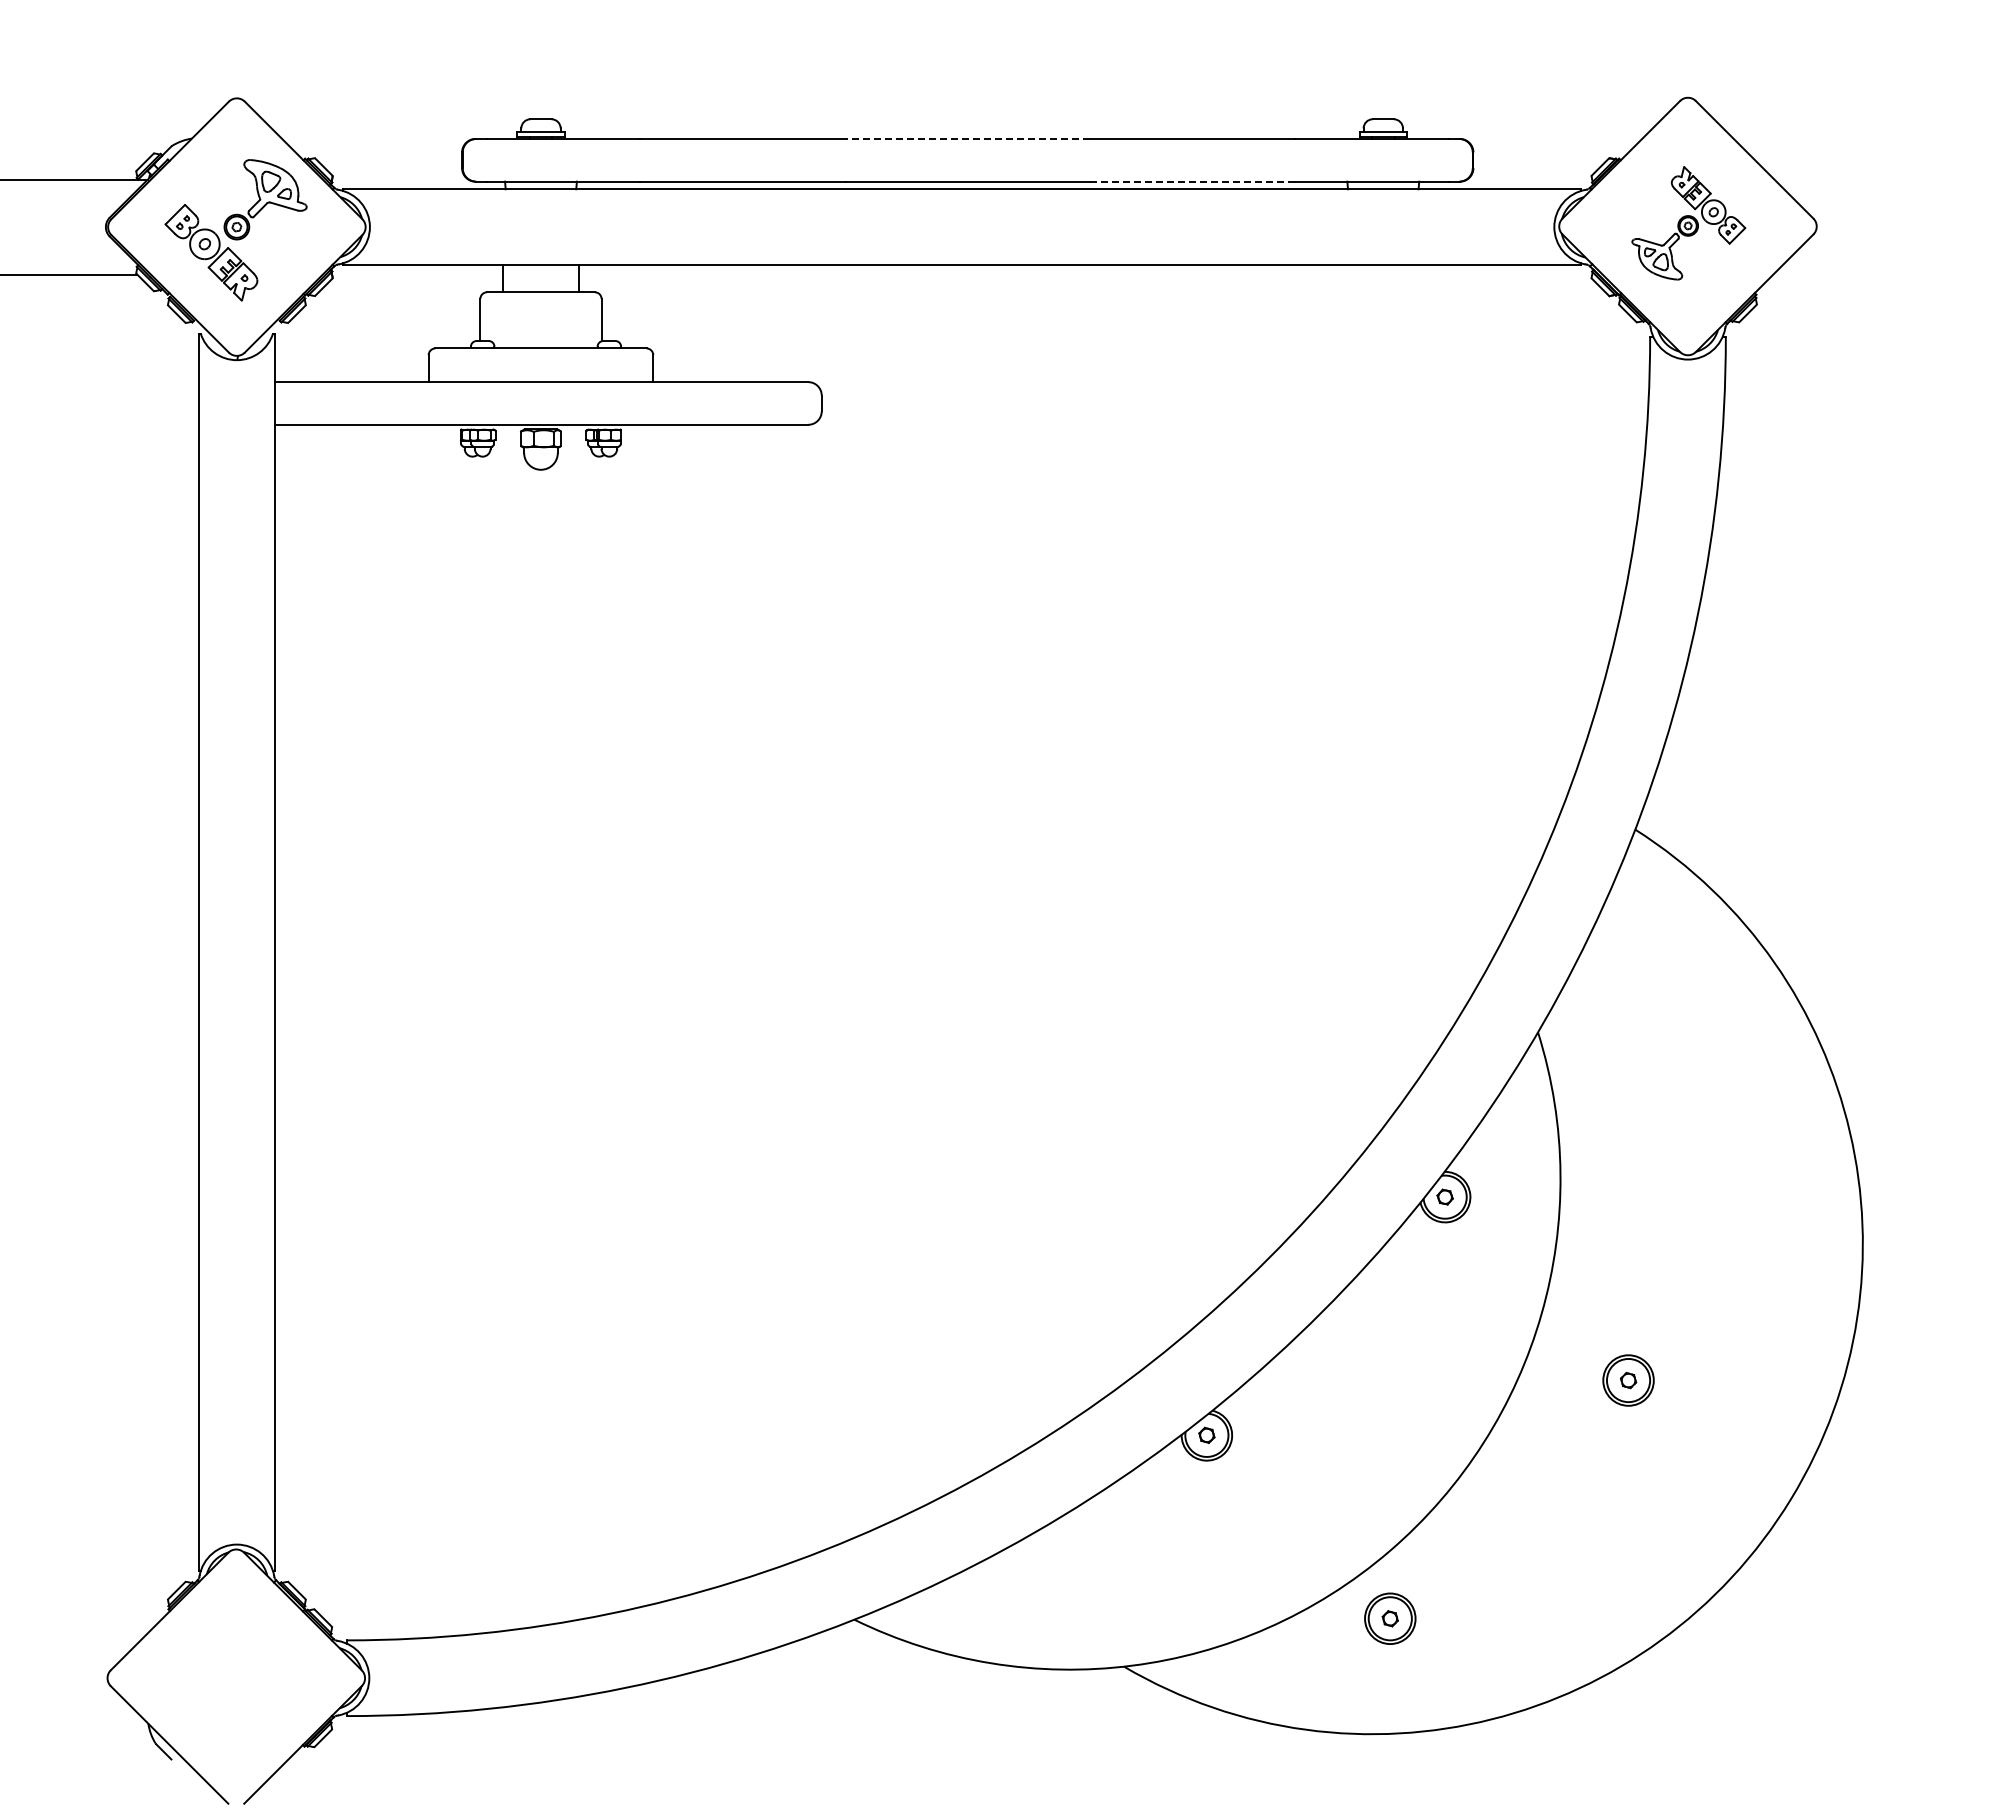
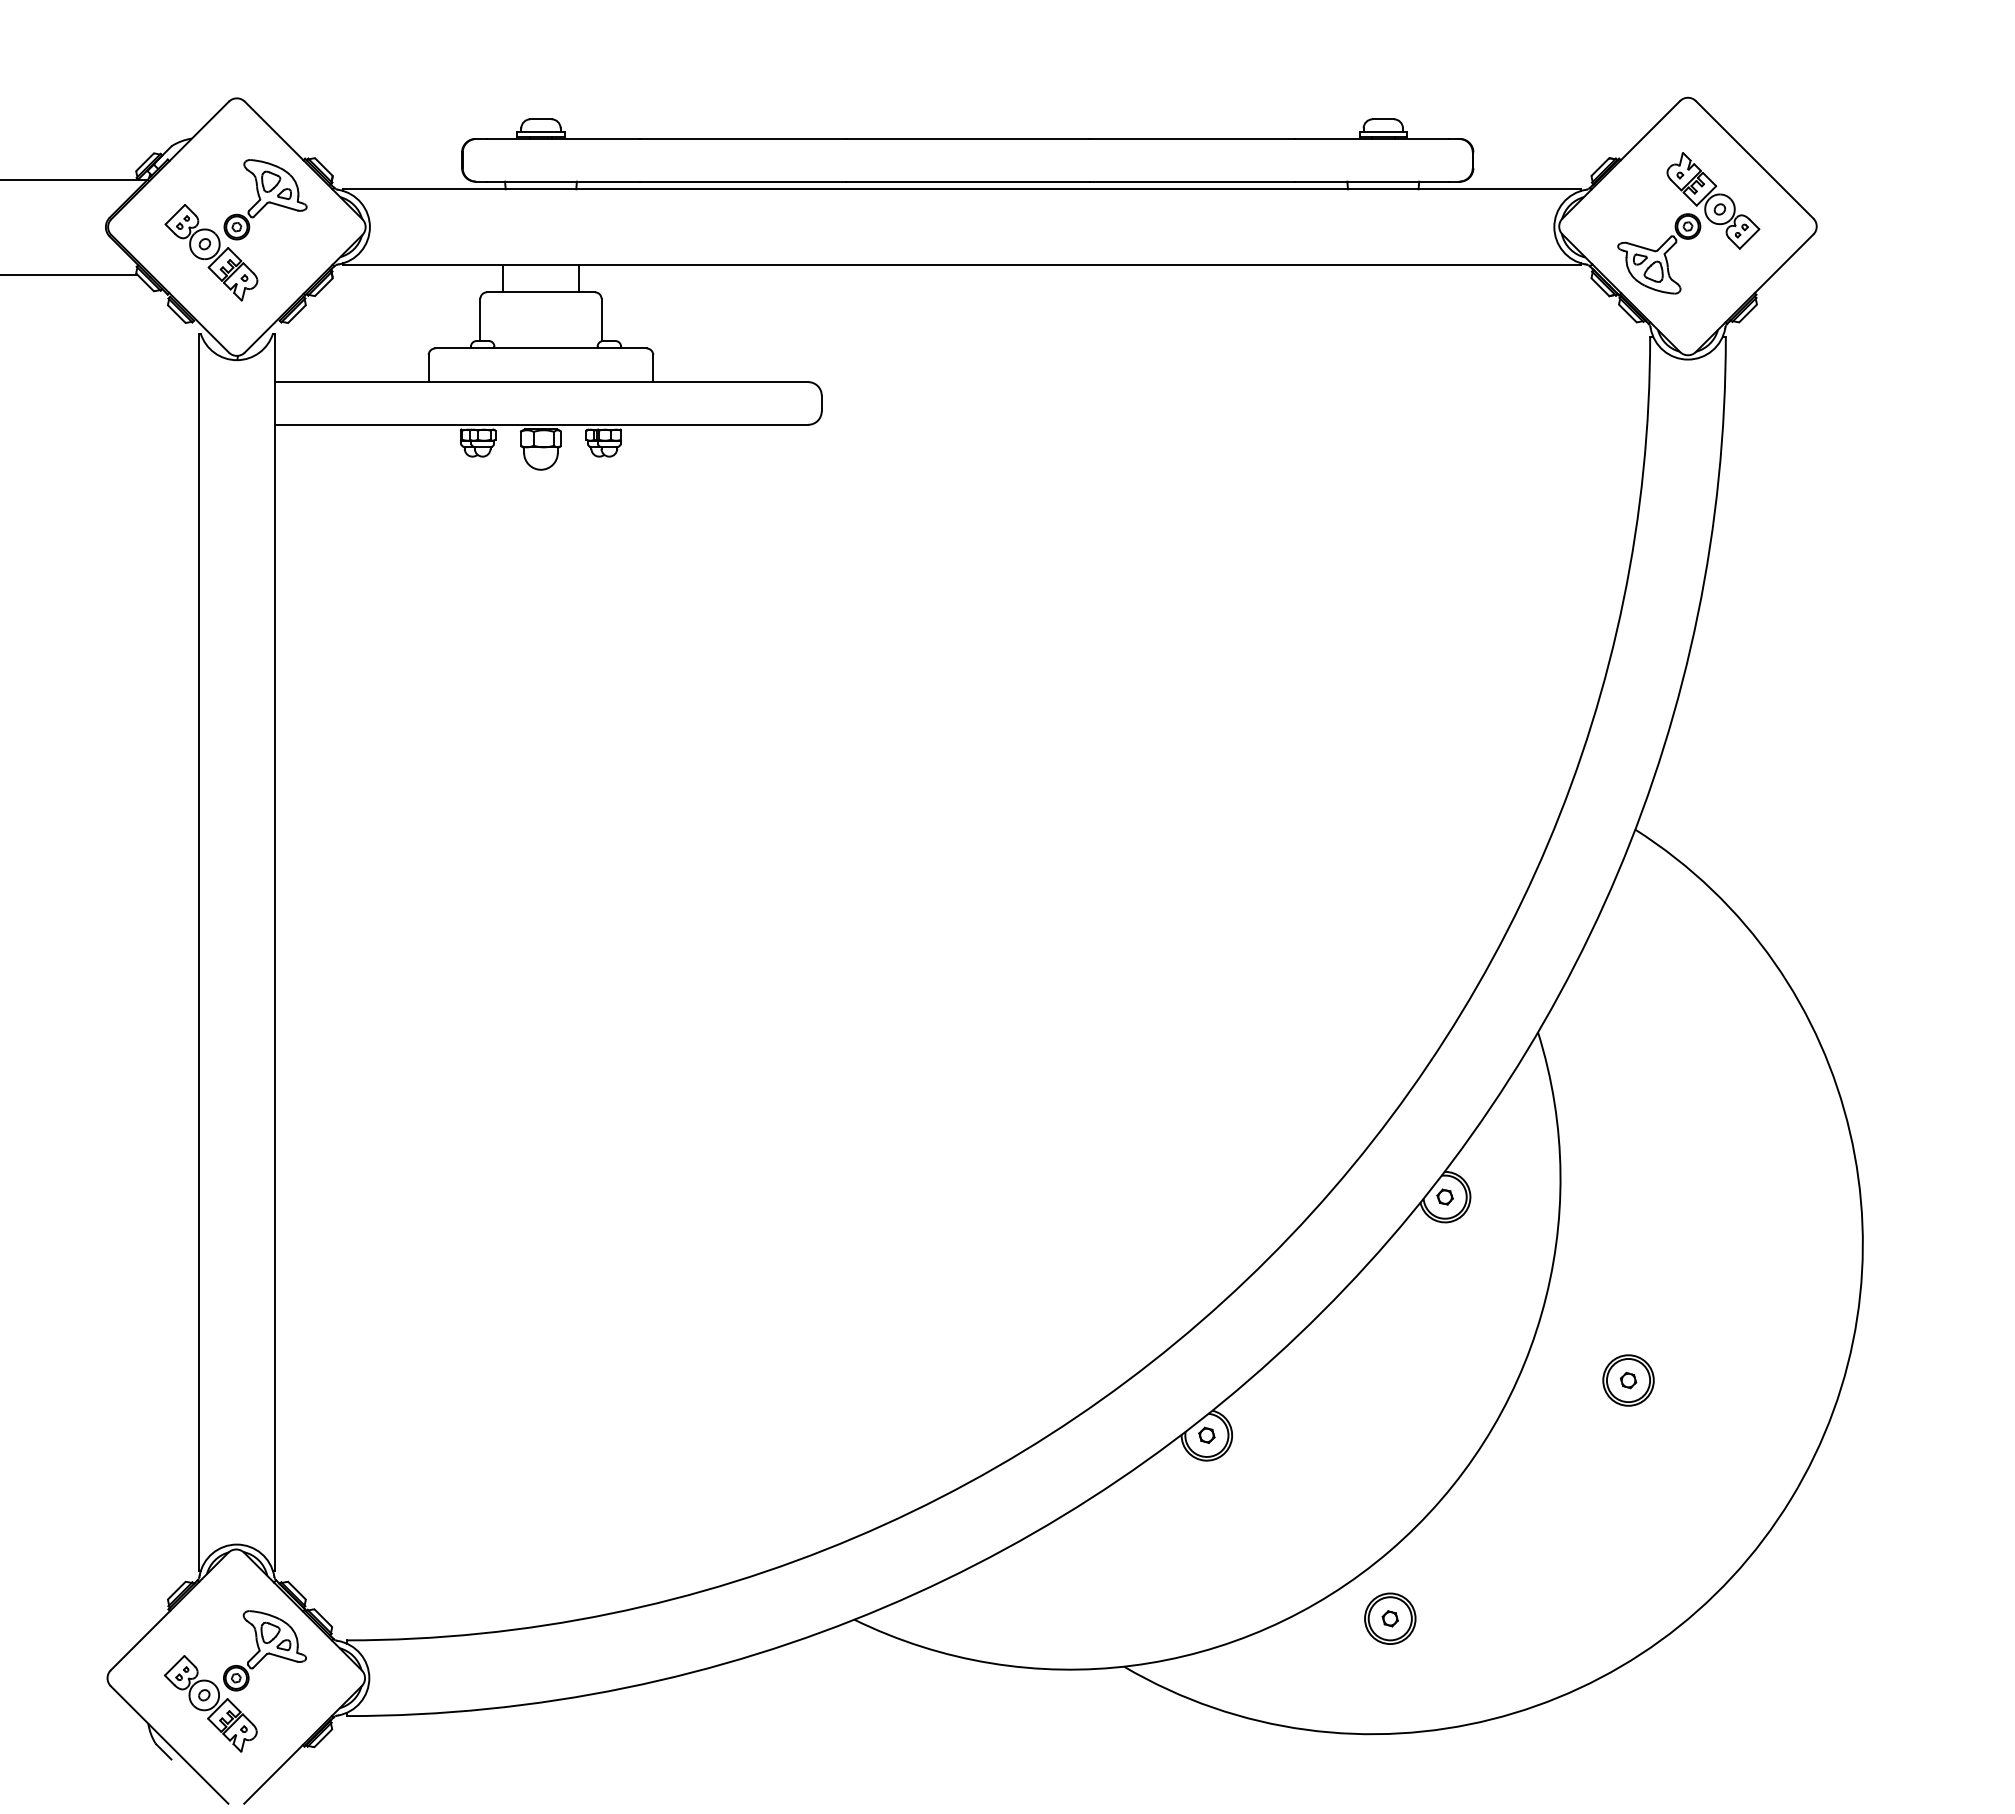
line at (967, 138): dashed -> solid
line at (1192, 181): dashed -> solid
part at (1688, 223) size: 116x115 px -> 144x143 px
part at (235, 1681): none -> present
